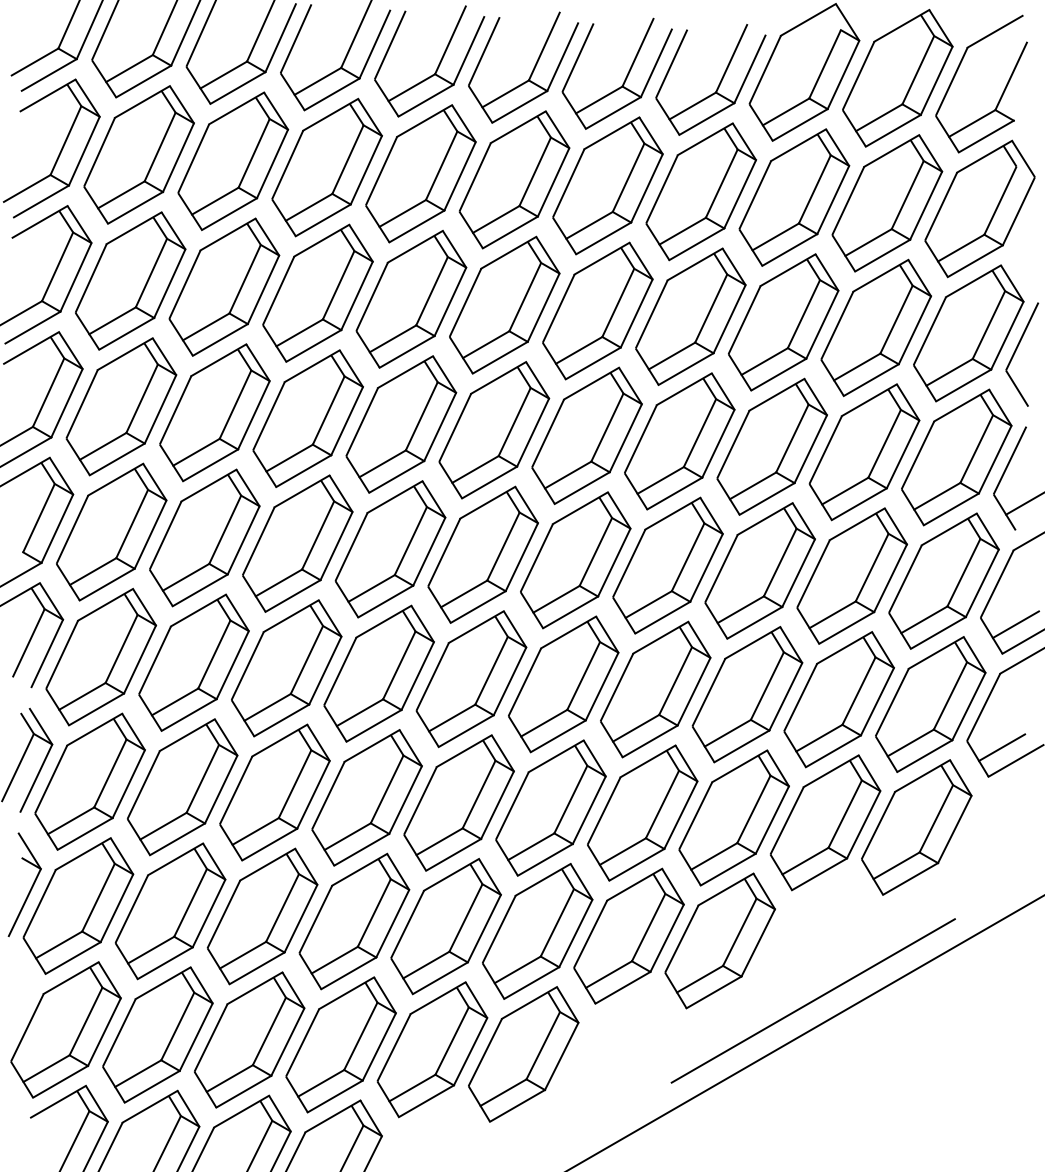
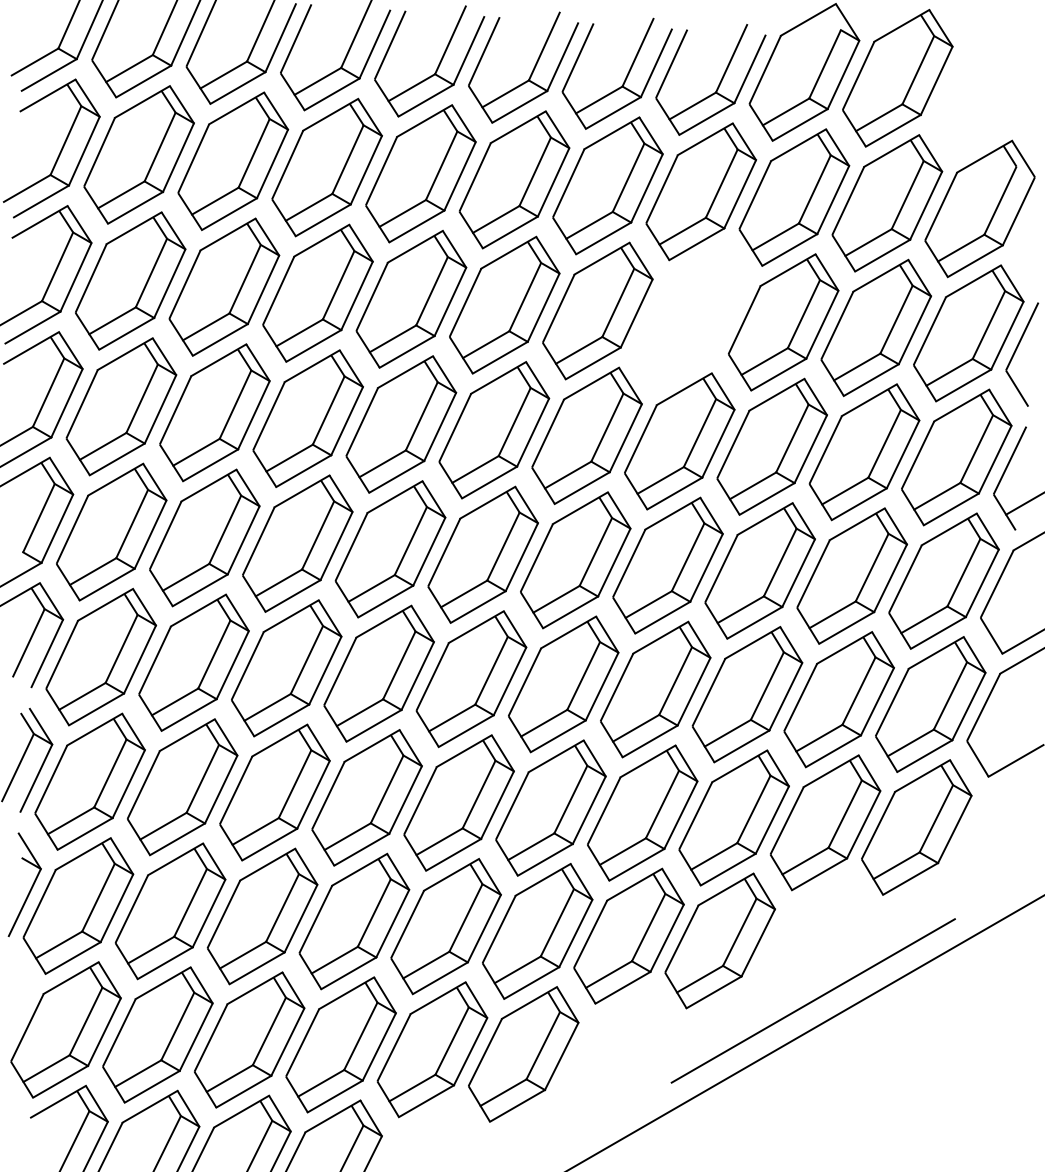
part at (1001, 94): present -> none
part at (690, 316): present -> none
line at (1015, 624): present -> none
line at (1002, 747): present -> none
